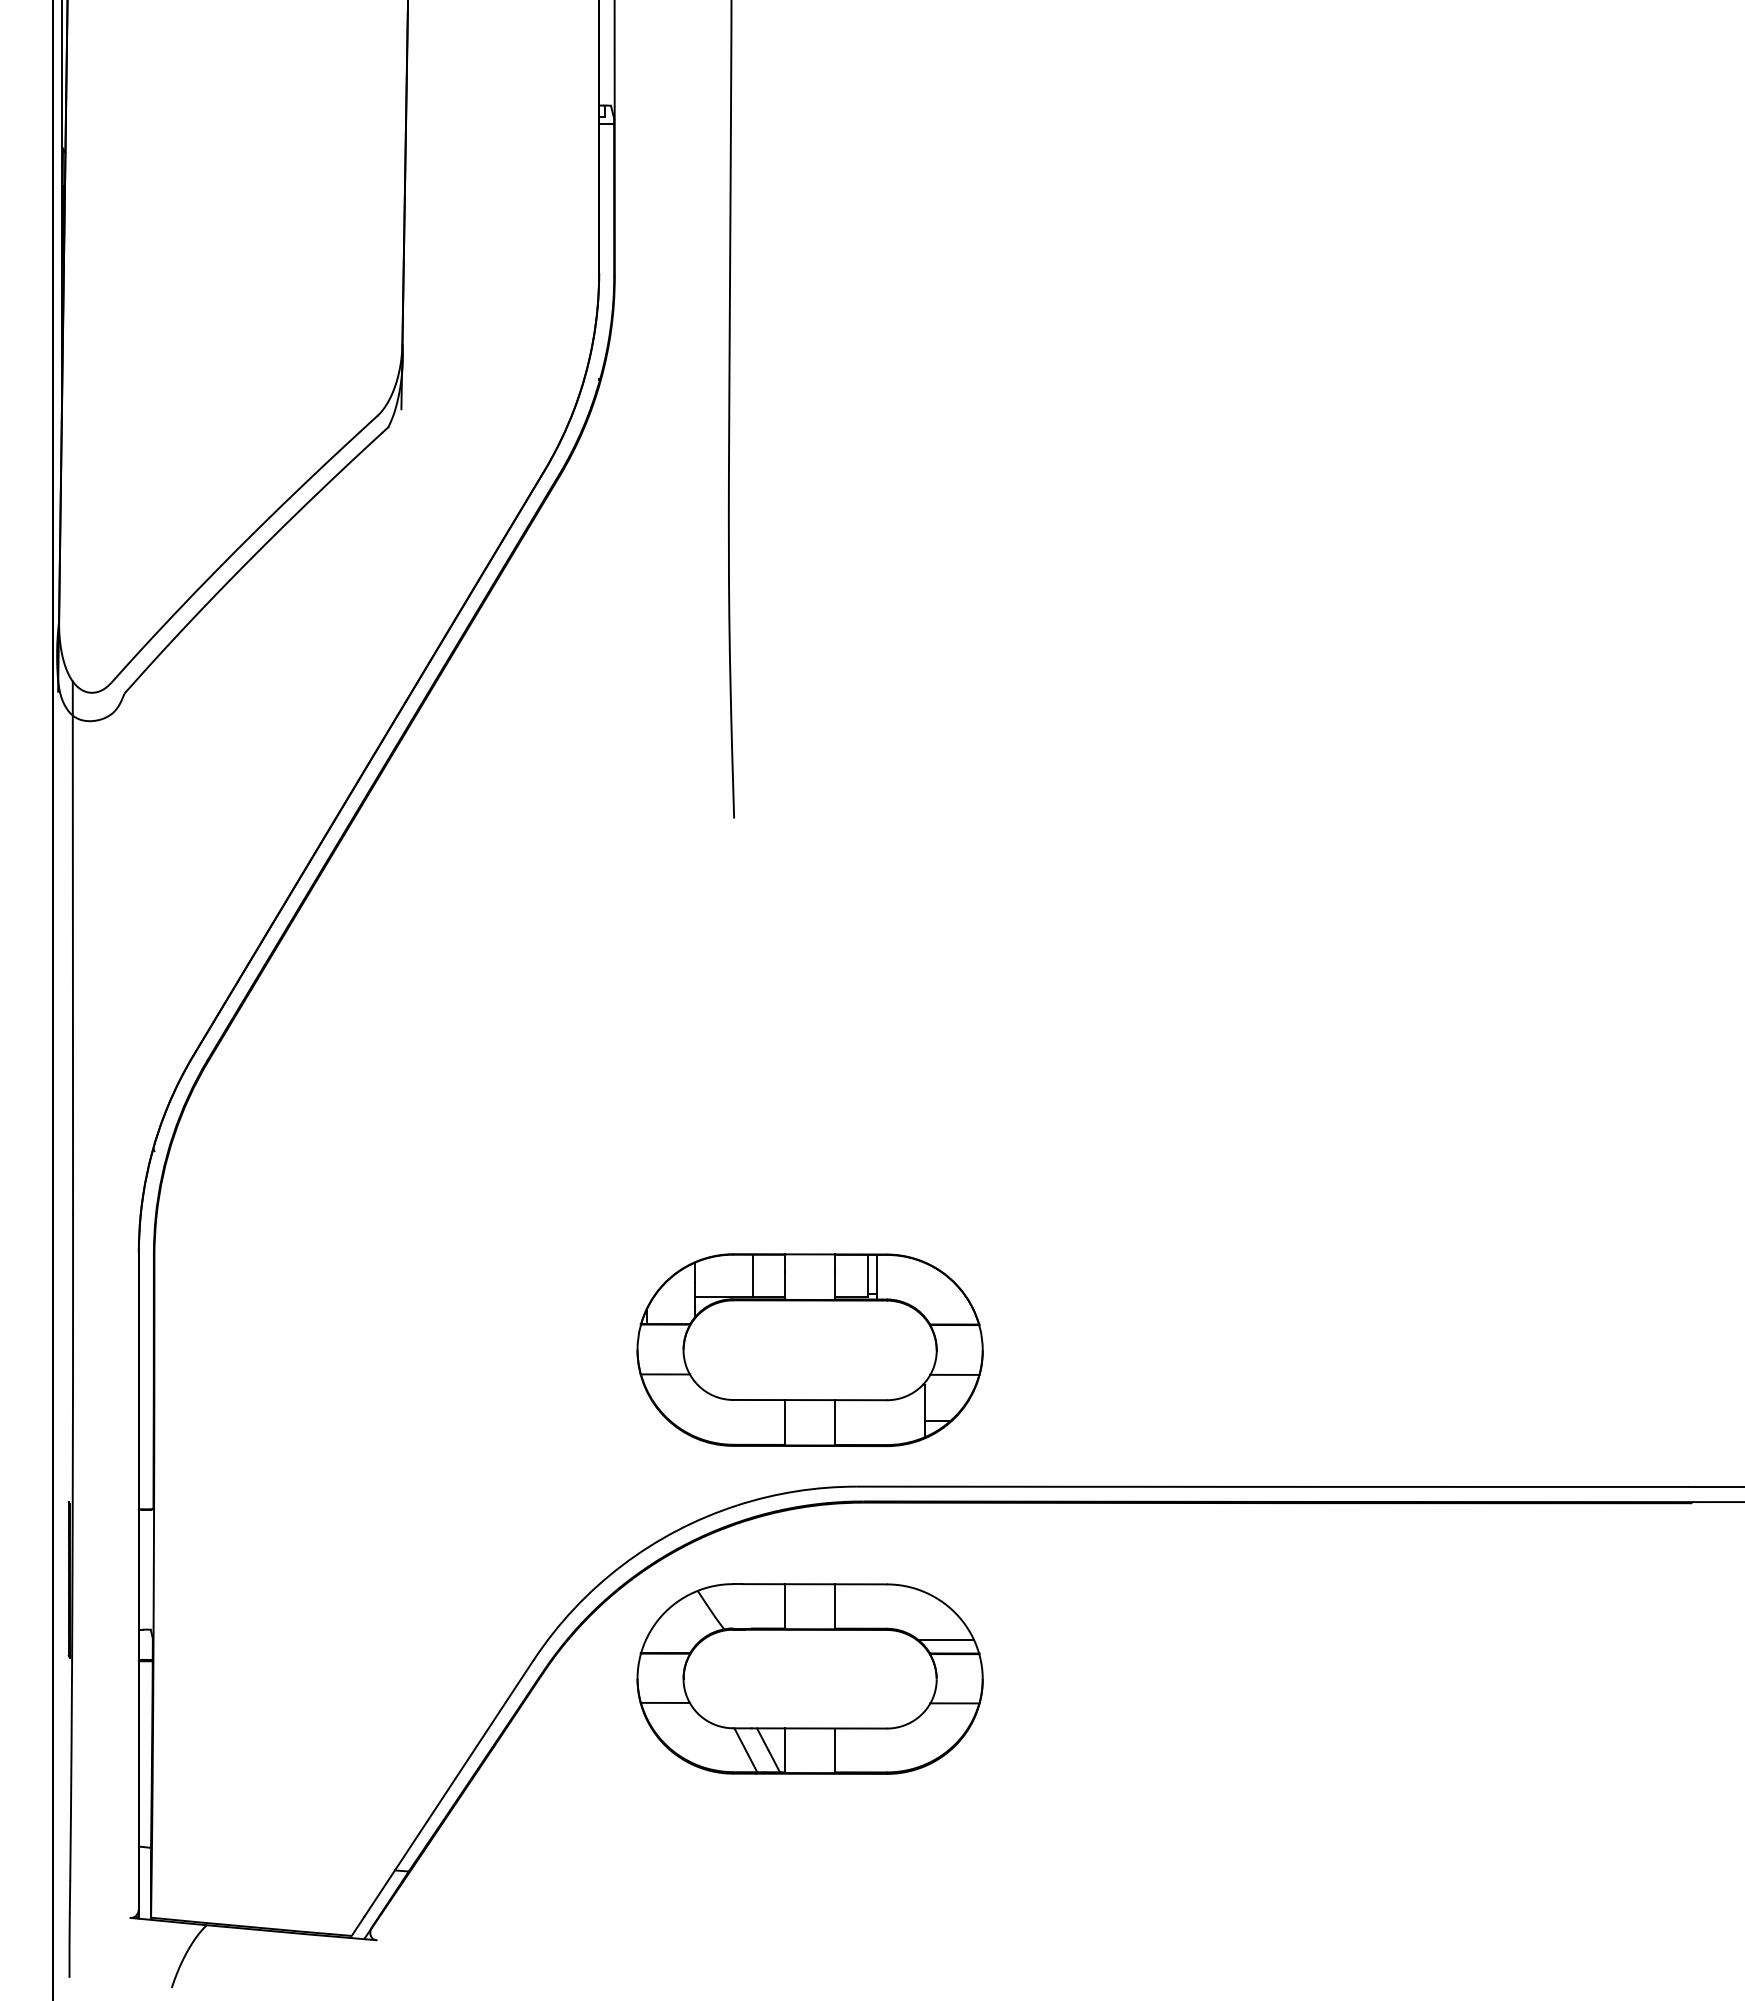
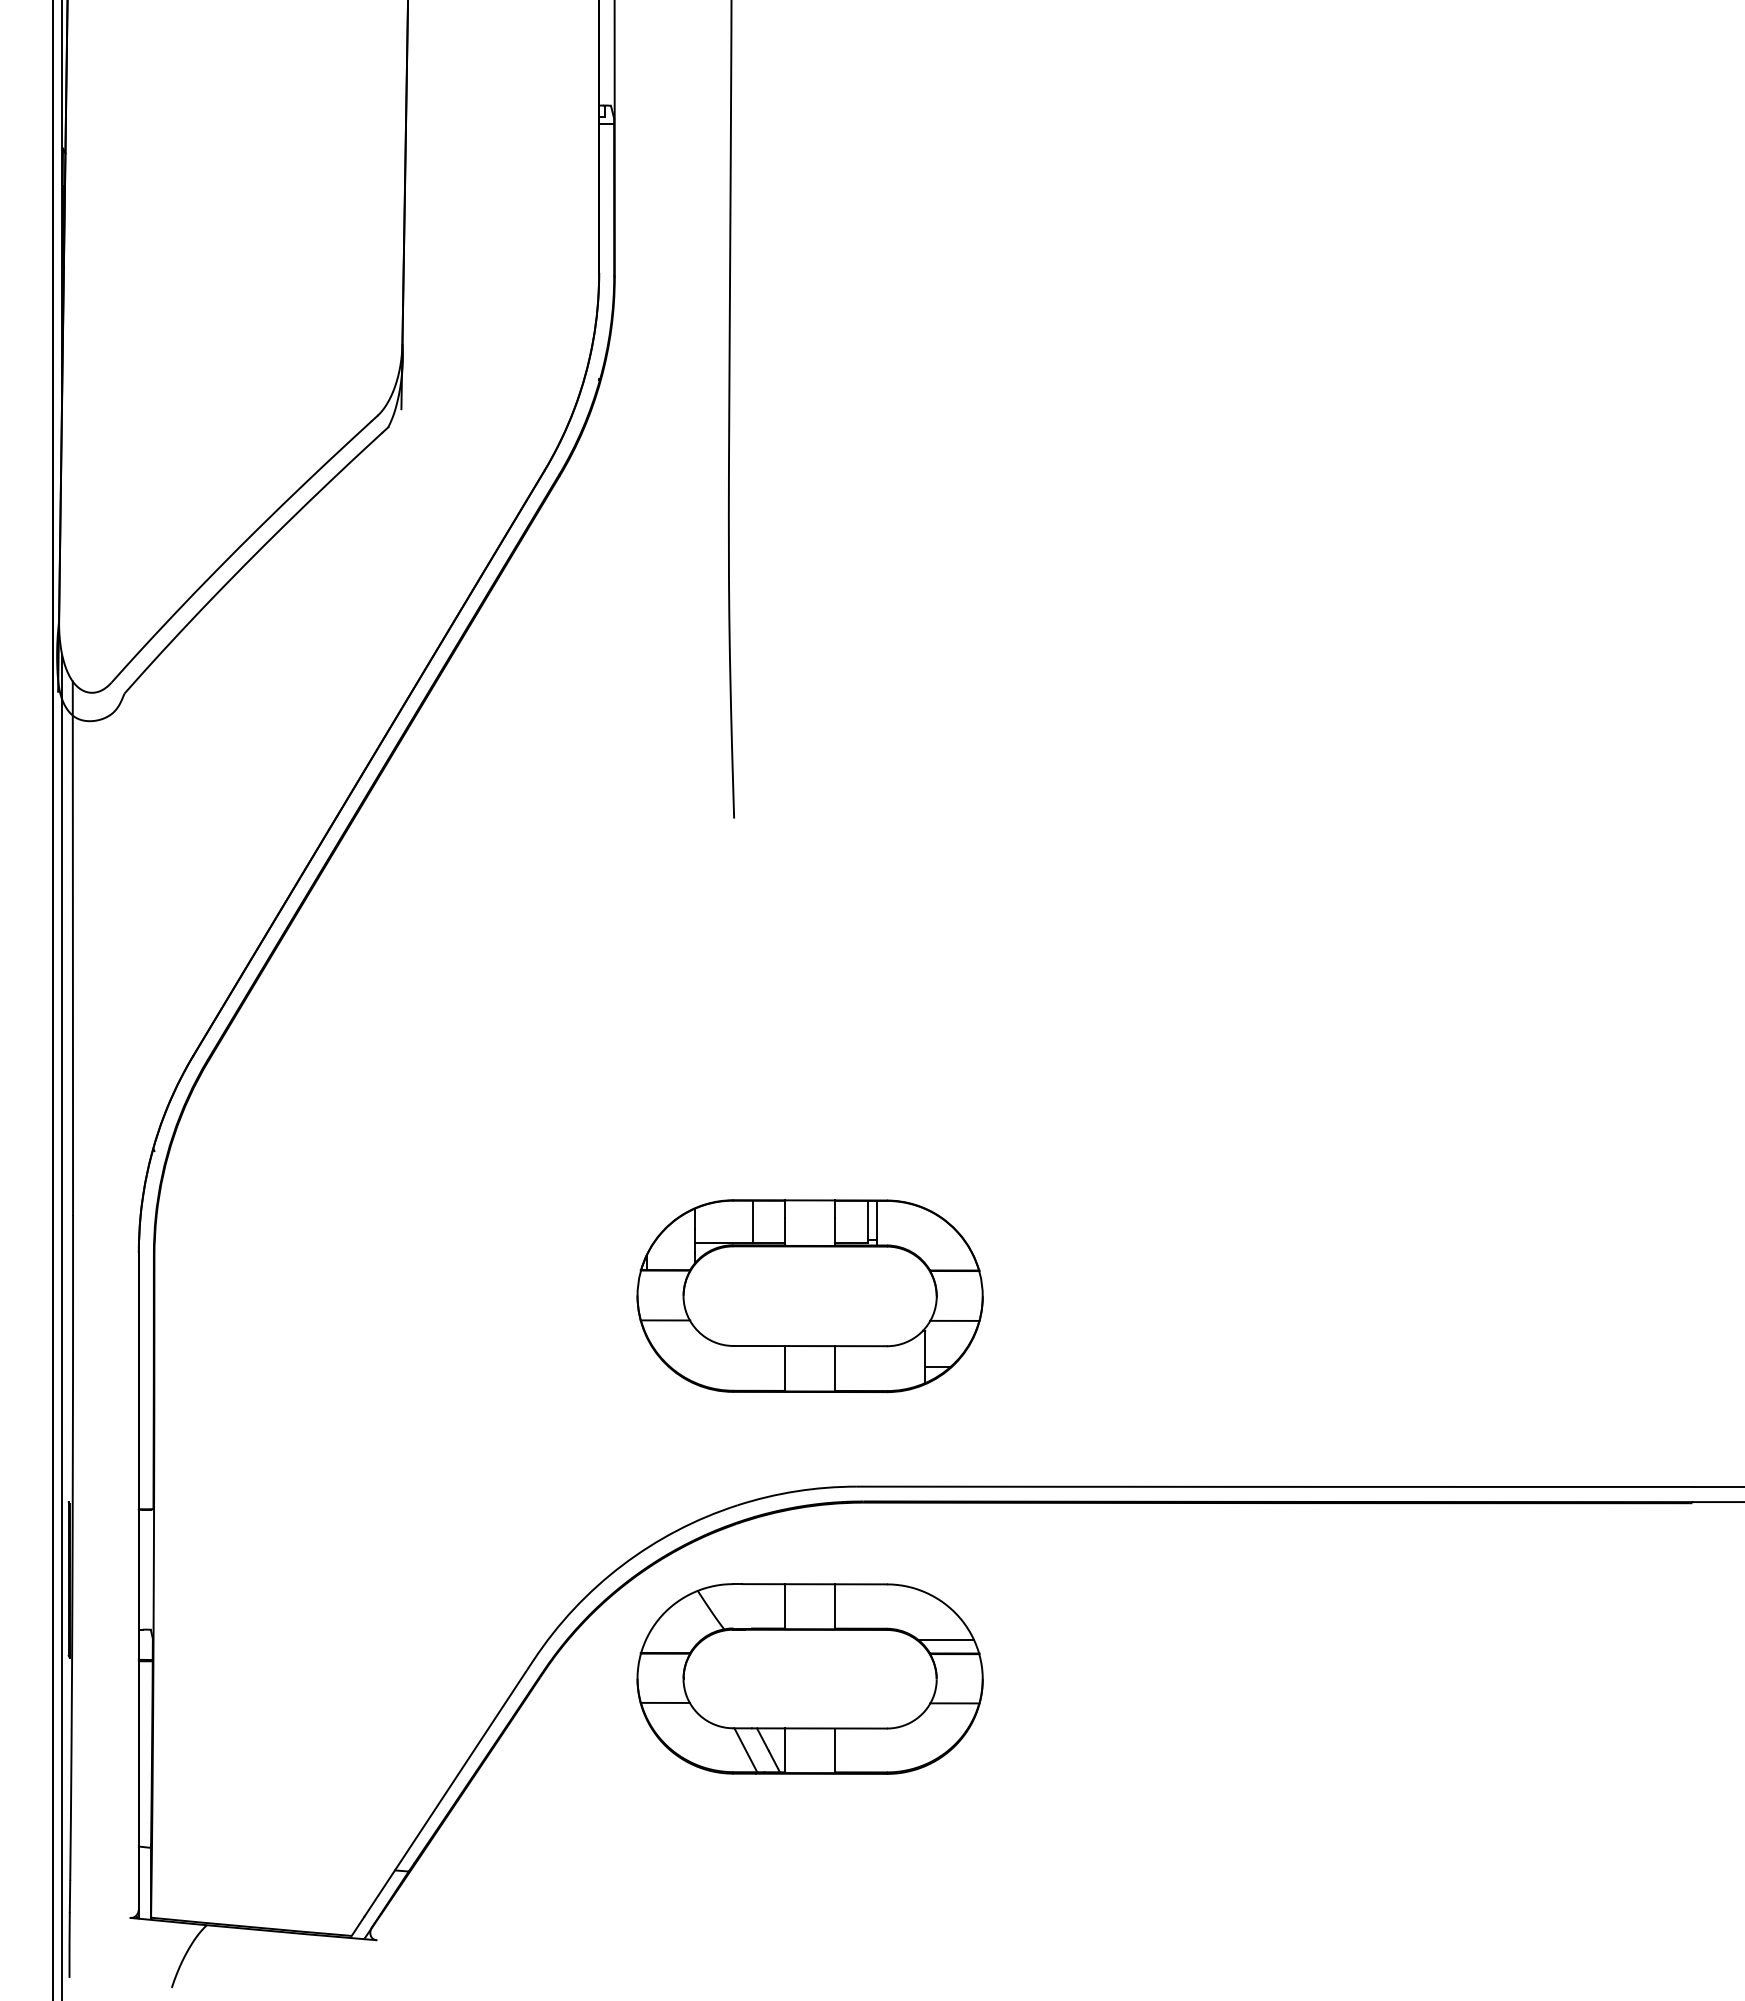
line at (62, 1325): none -> present
part at (809, 1350) position: (809, 1350) -> (809, 1296)
